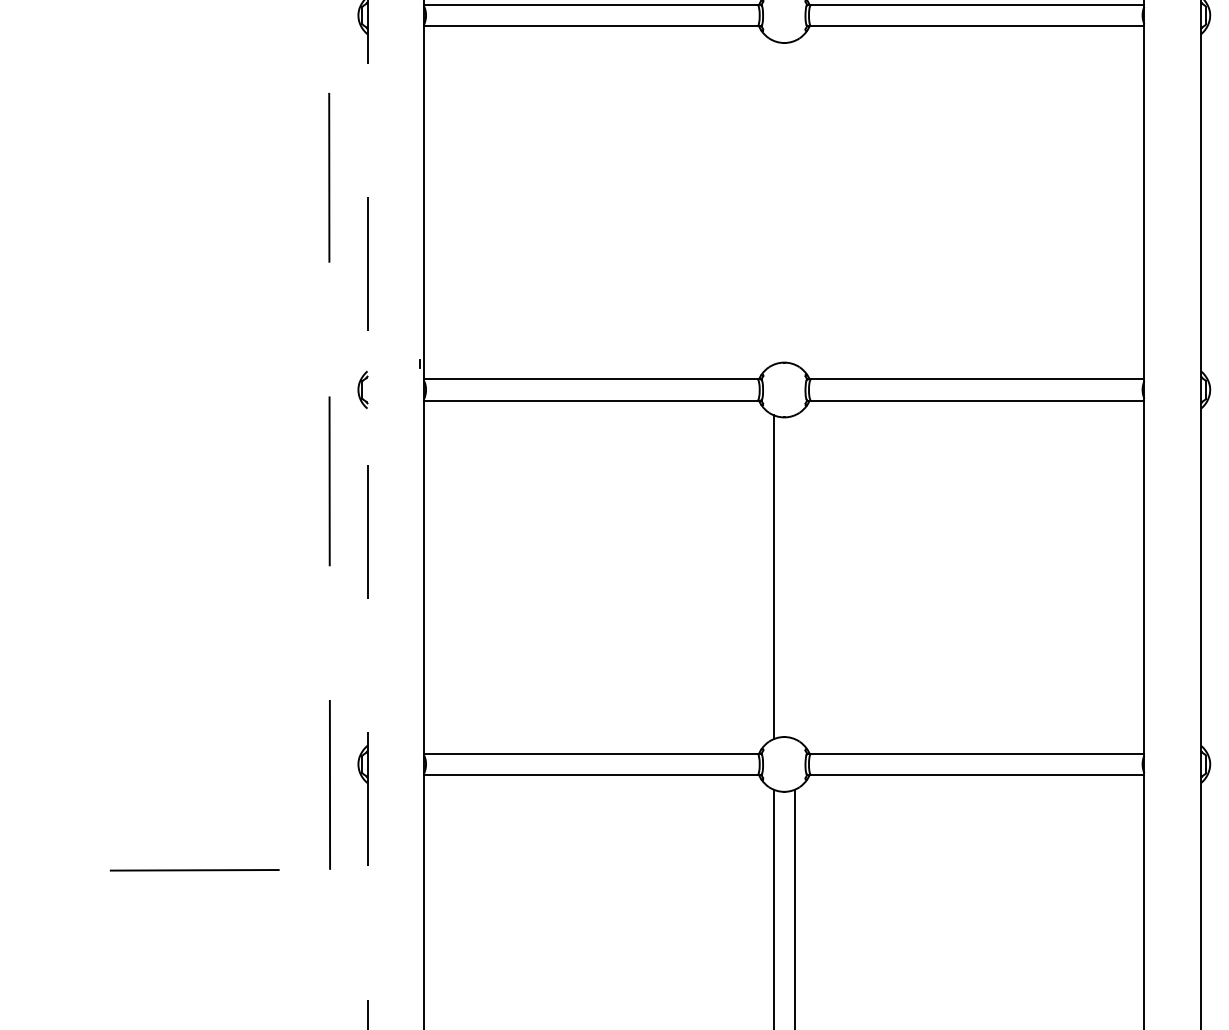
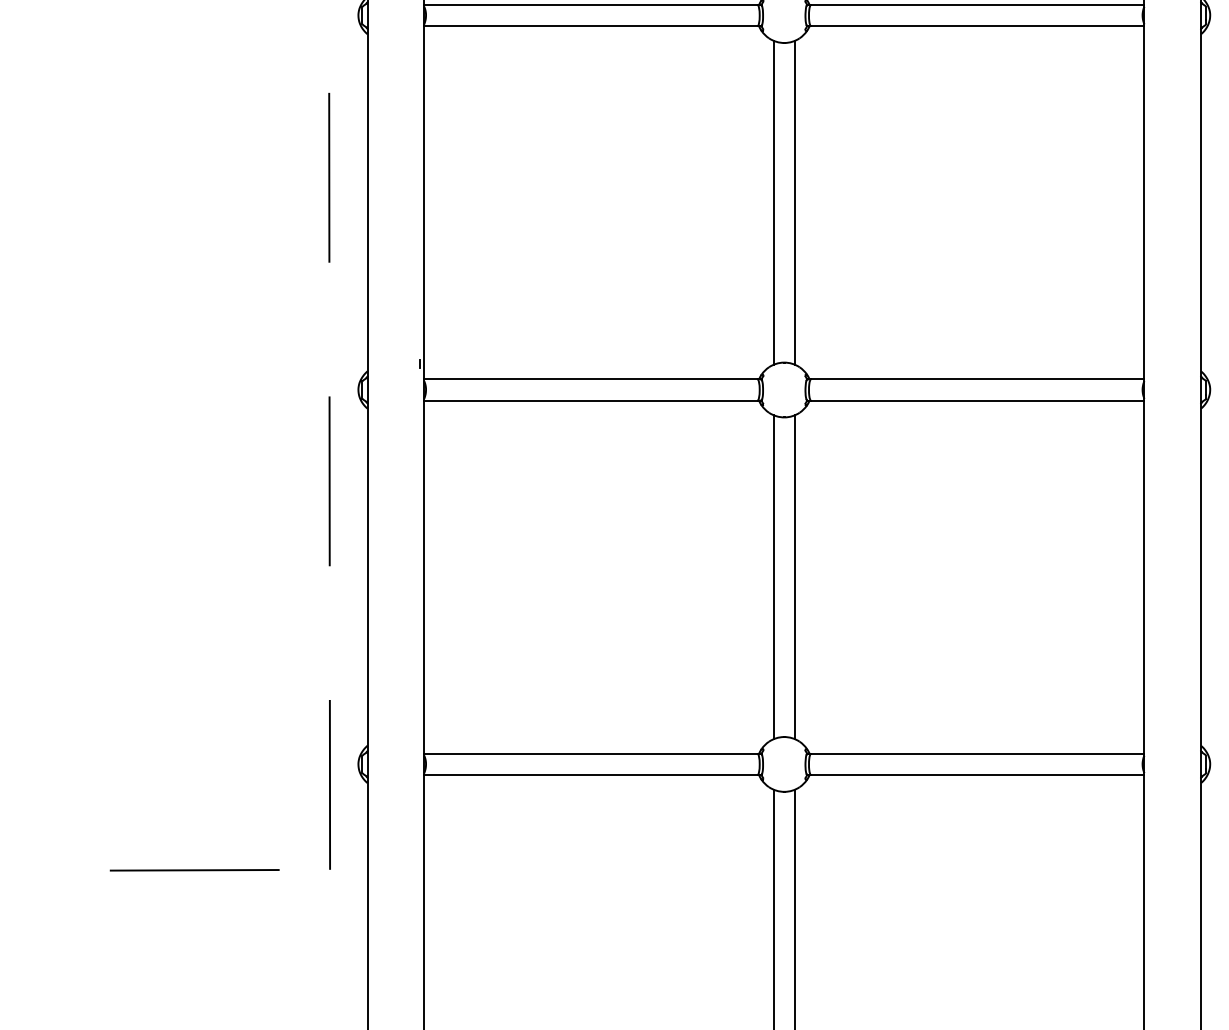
line at (773, 202): none -> present
line at (795, 202): none -> present
line at (367, 515): dashed -> solid
line at (795, 577): none -> present
